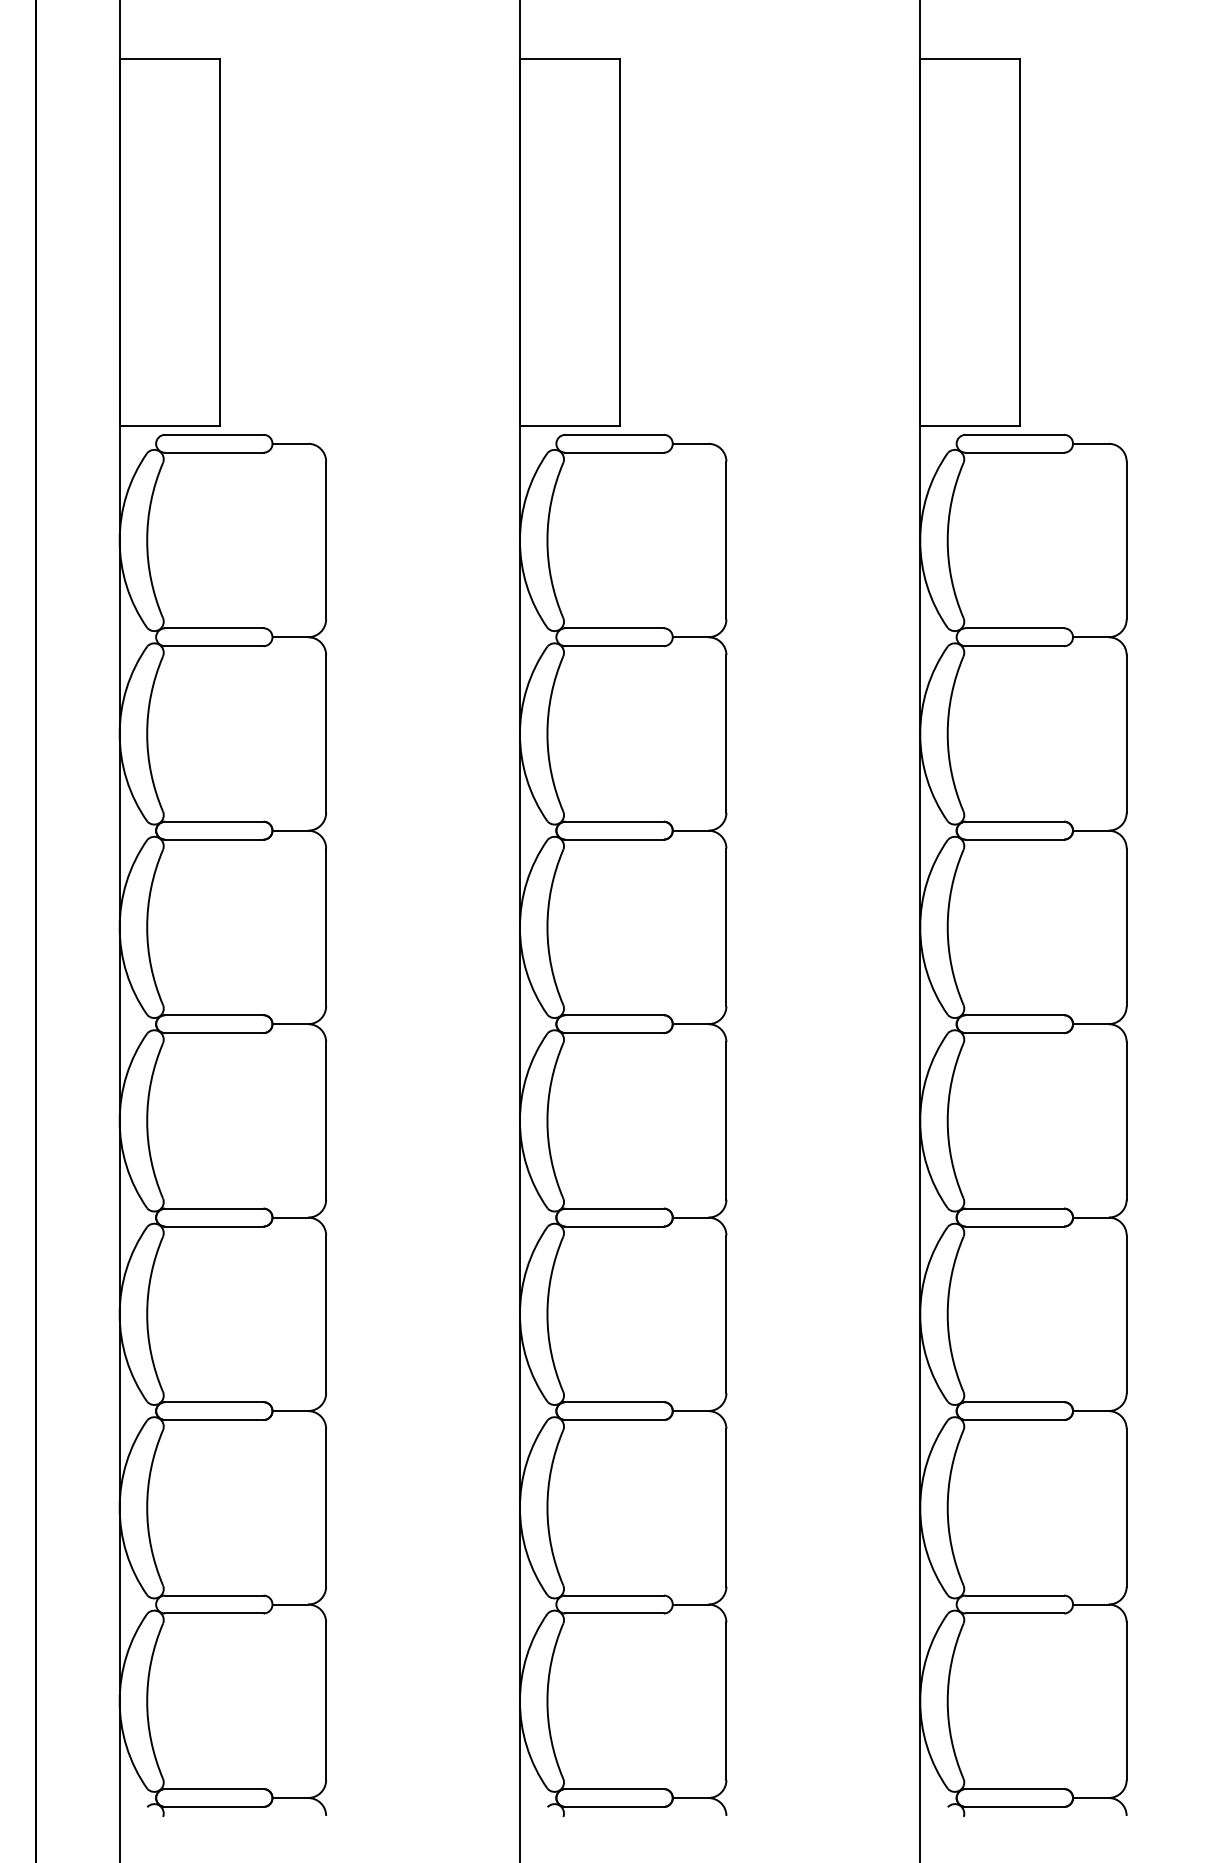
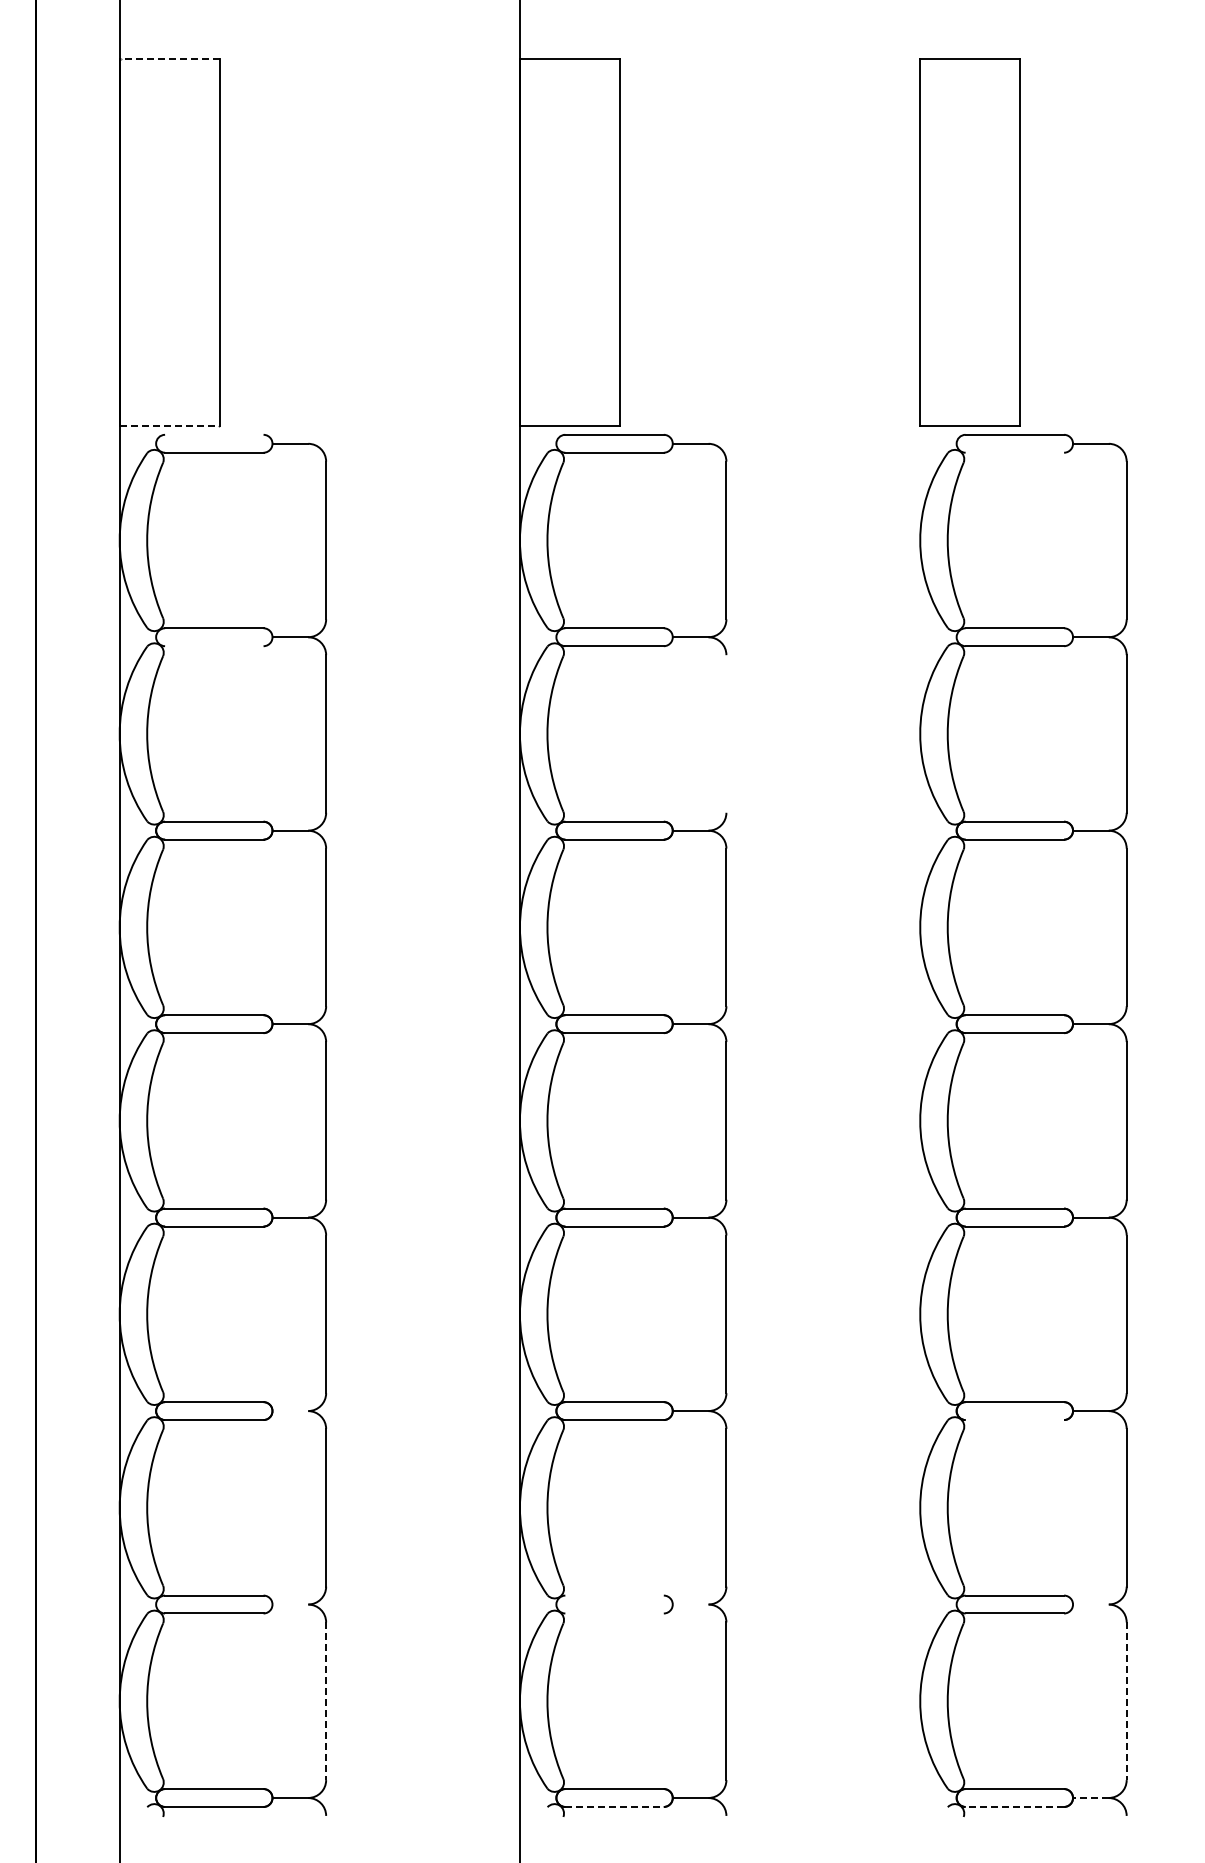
line at (169, 59): solid -> dashed
line at (170, 426): solid -> dashed
line at (214, 434): present -> none
line at (1014, 452): present -> none
line at (214, 646): present -> none
line at (726, 733): present -> none
line at (920, 930): present -> none
line at (290, 1411): present -> none
line at (1014, 1420): present -> none
line at (614, 1595): present -> none
line at (290, 1604): present -> none
line at (690, 1604): present -> none
line at (1090, 1604): present -> none
line at (614, 1613): present -> none
line at (326, 1701): solid -> dashed
line at (1126, 1701): solid -> dashed
line at (1090, 1798): solid -> dashed
line at (615, 1806): solid -> dashed
line at (1014, 1806): solid -> dashed
